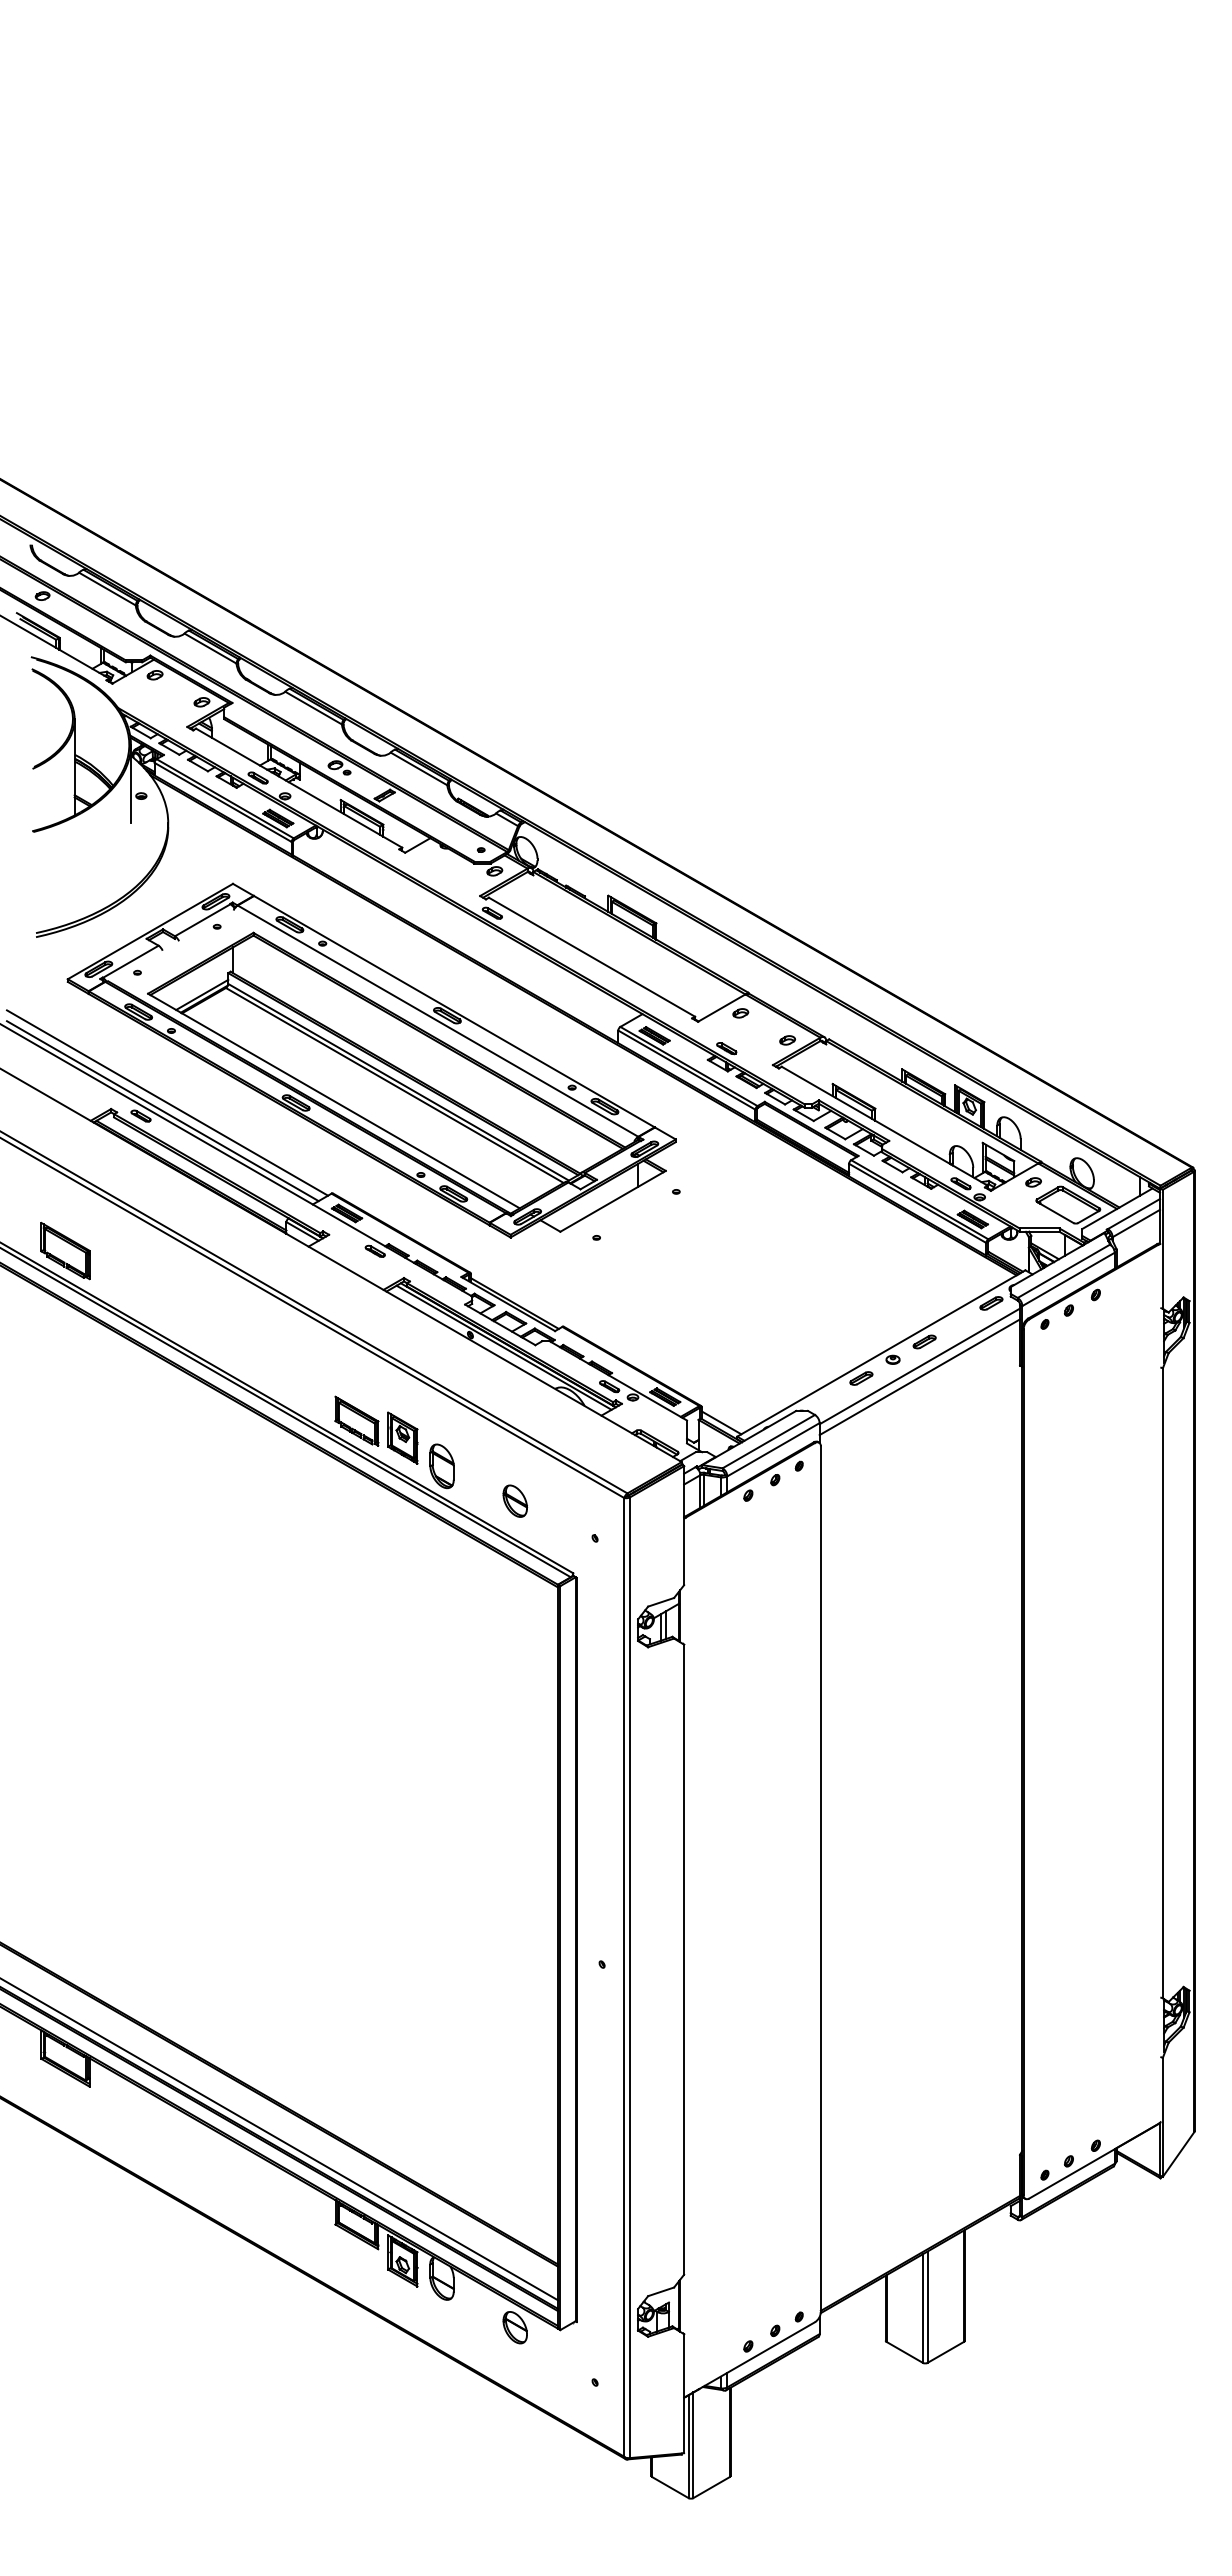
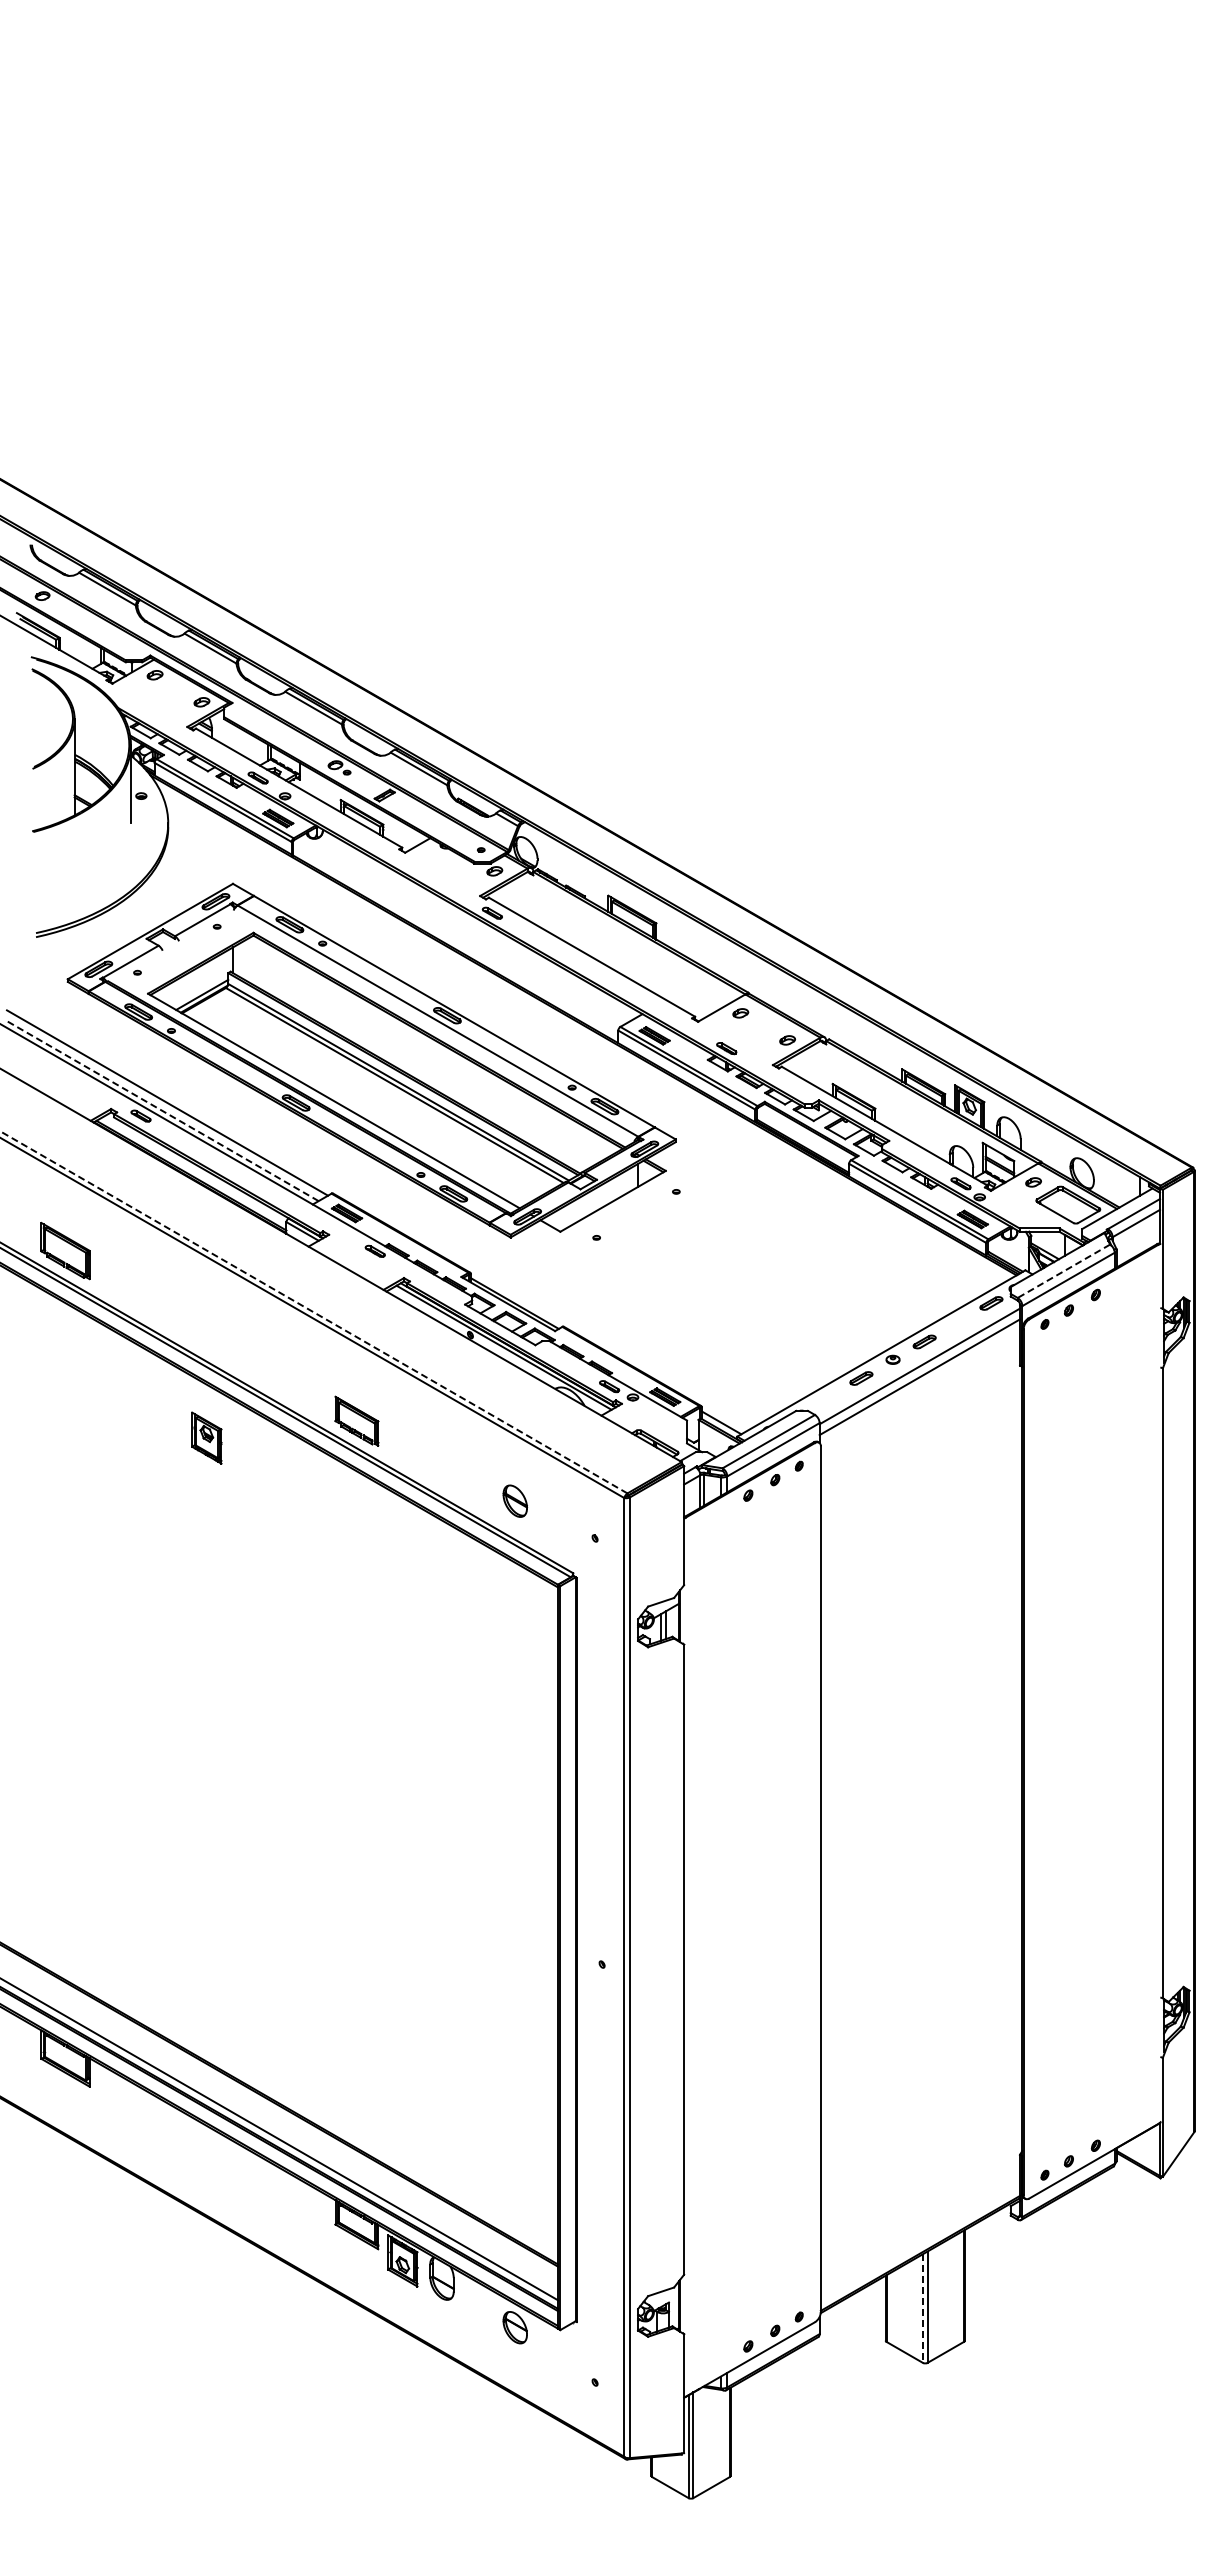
line at (162, 1111): solid -> dashed
line at (1063, 1271): solid -> dashed
line at (314, 1312): solid -> dashed
part at (402, 1437) position: (402, 1437) -> (206, 1437)
part at (441, 1466): present -> none
line at (922, 2309): solid -> dashed
